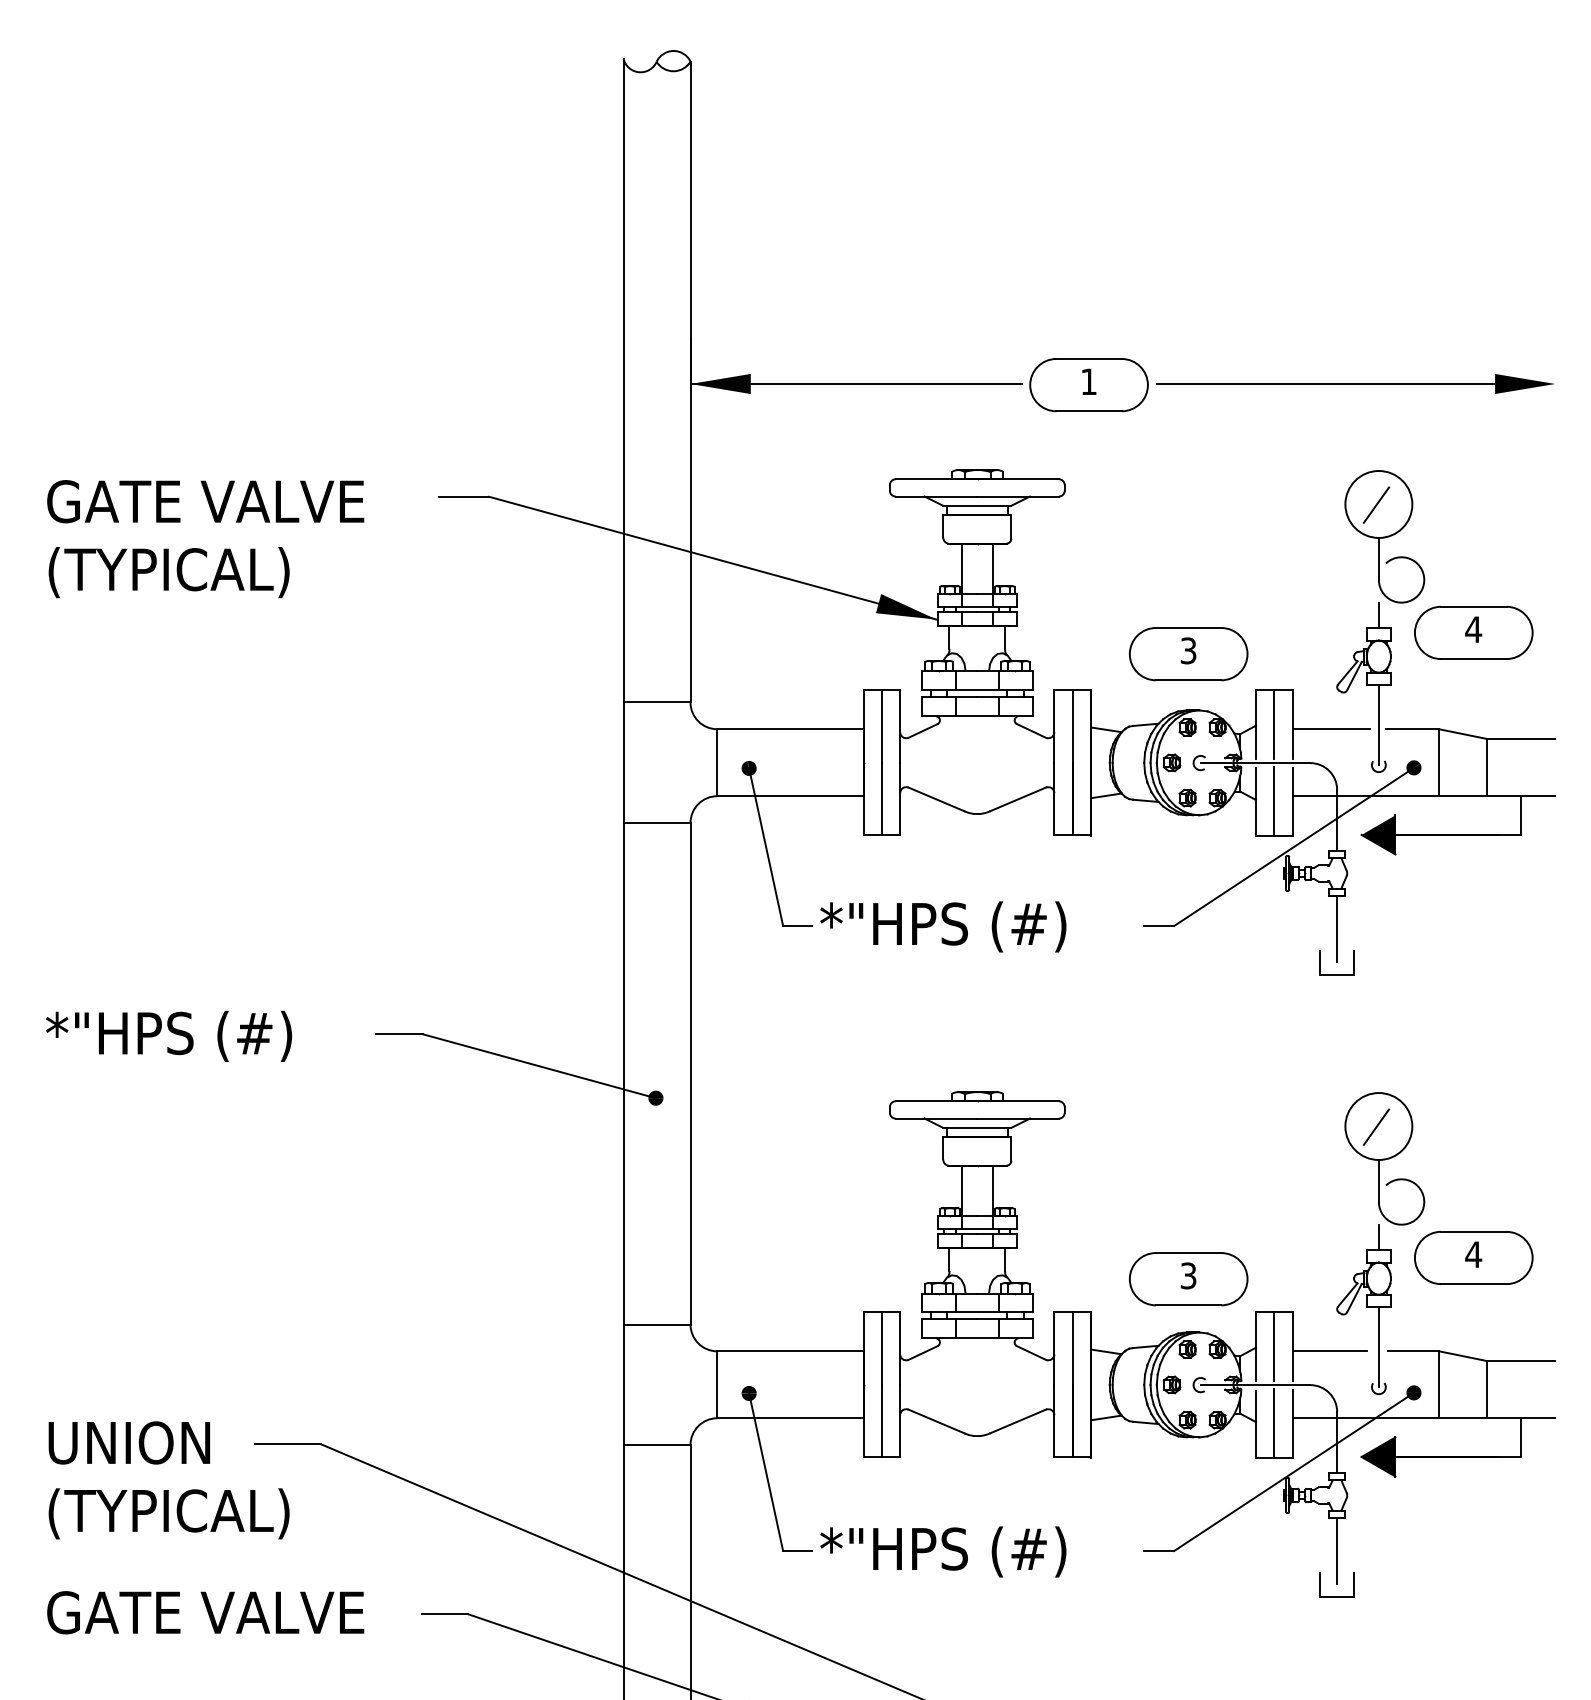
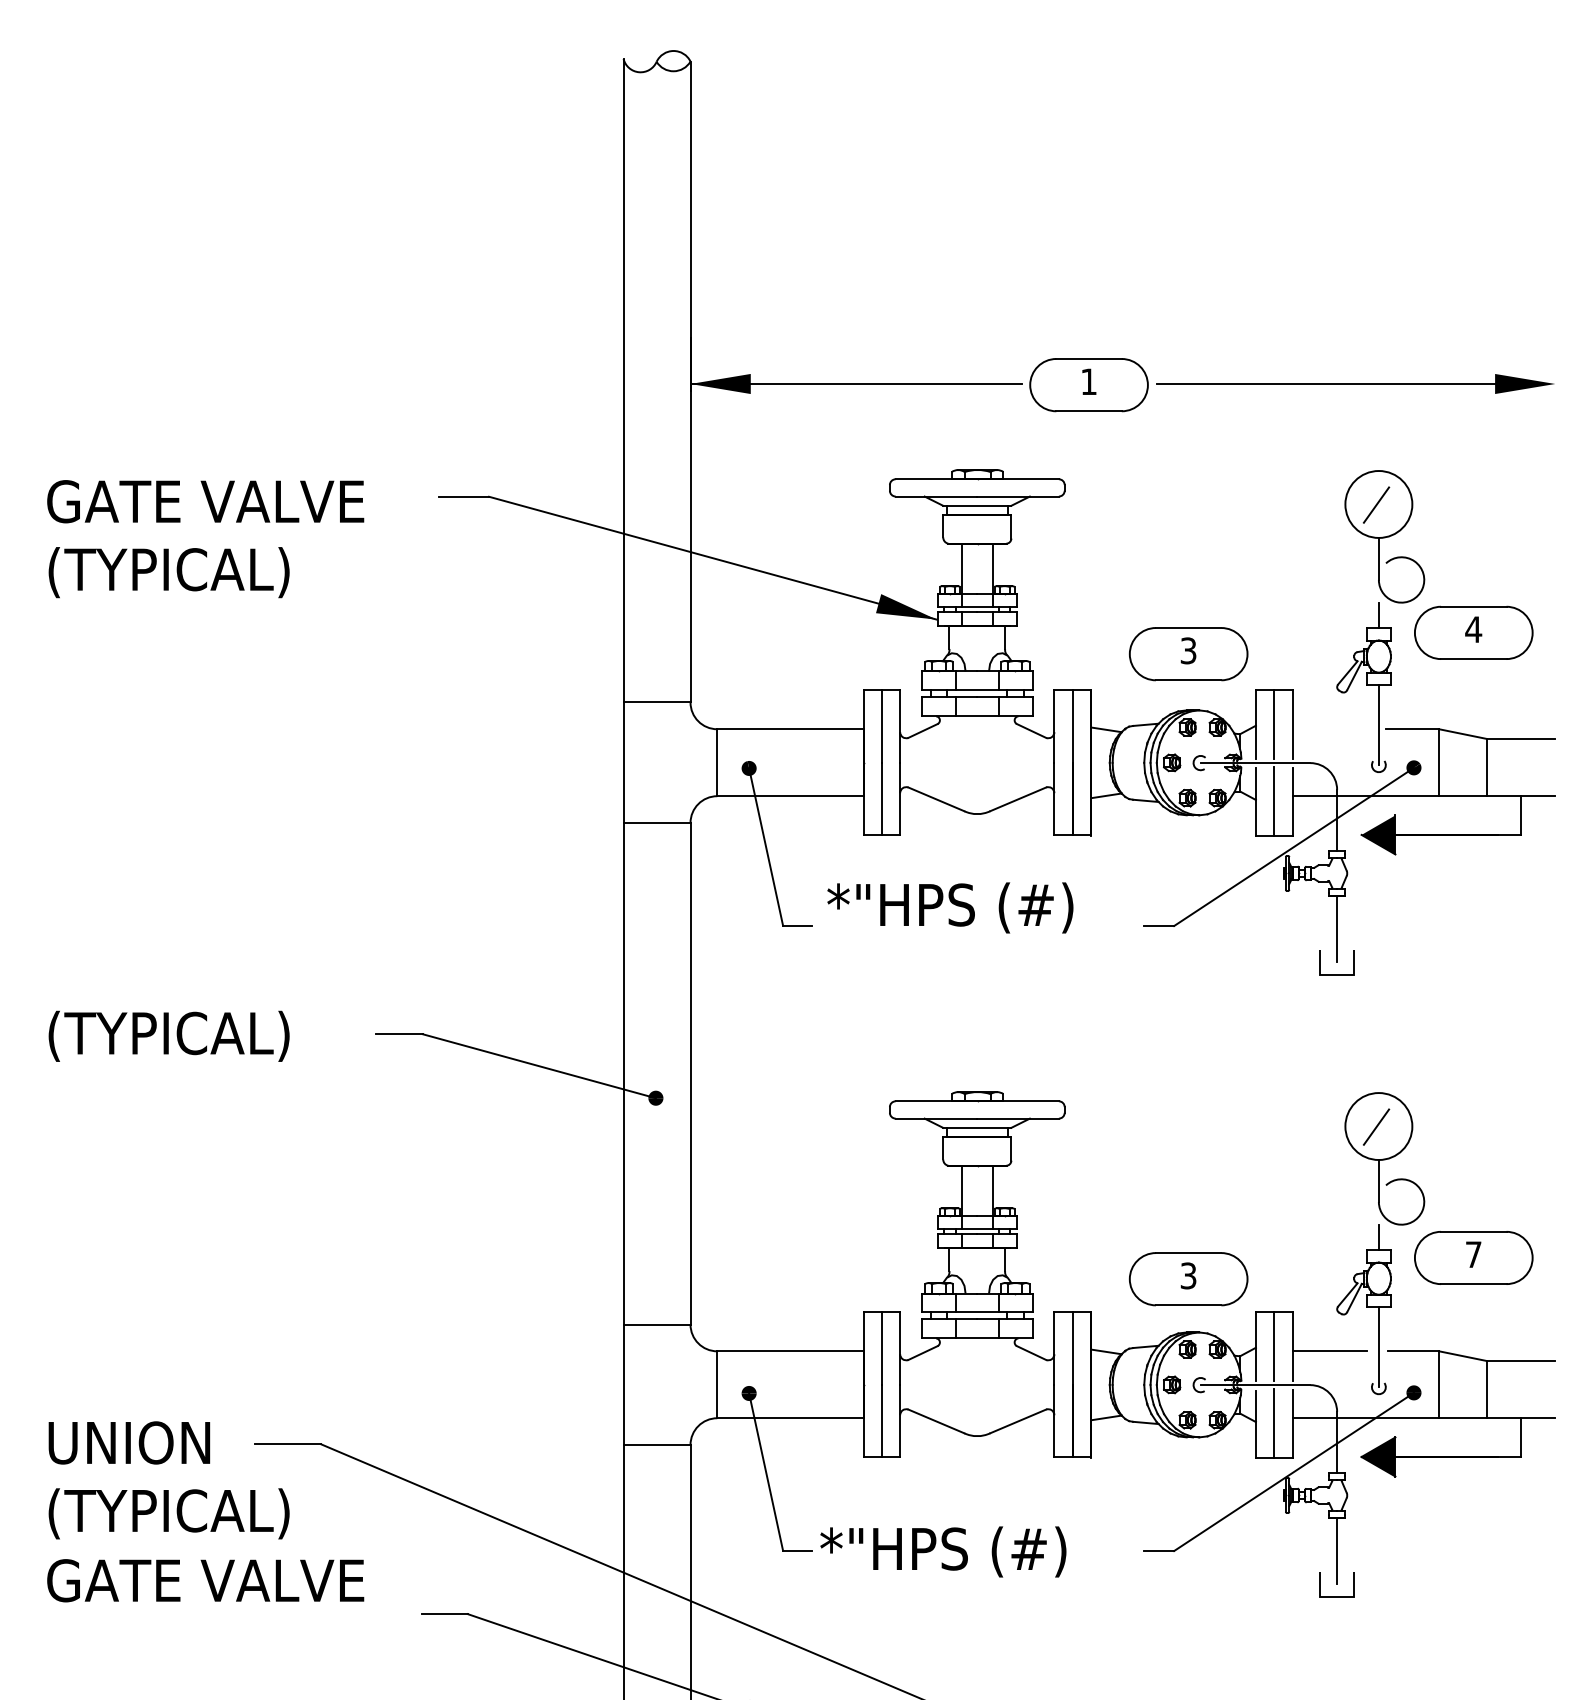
line at (1330, 729): present -> none
text at (943, 926) position: (943, 926) -> (950, 907)
text at (169, 1035): *"HPS (#) -> (TYPICAL)
text at (1473, 1254): 4 -> 7
text at (205, 1612) position: (205, 1612) -> (205, 1580)
